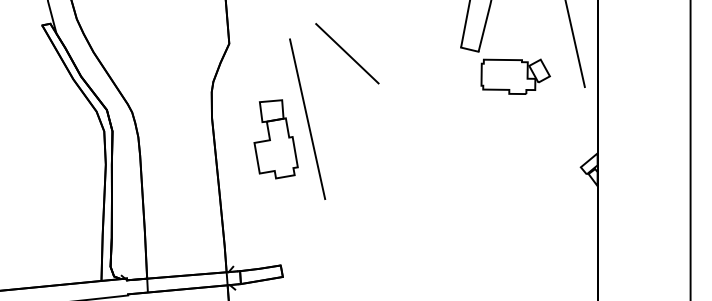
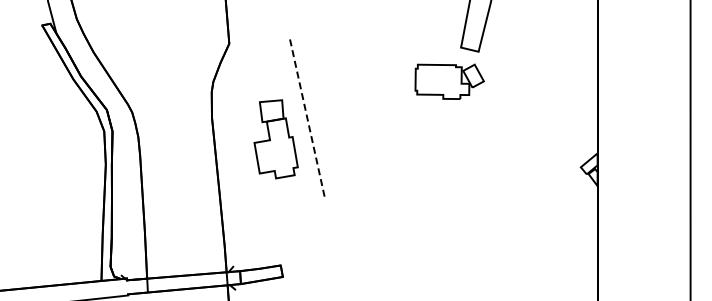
line at (574, 44): present -> none
line at (347, 53): present -> none
part at (515, 76) position: (515, 76) -> (449, 81)
line at (307, 119): solid -> dashed
